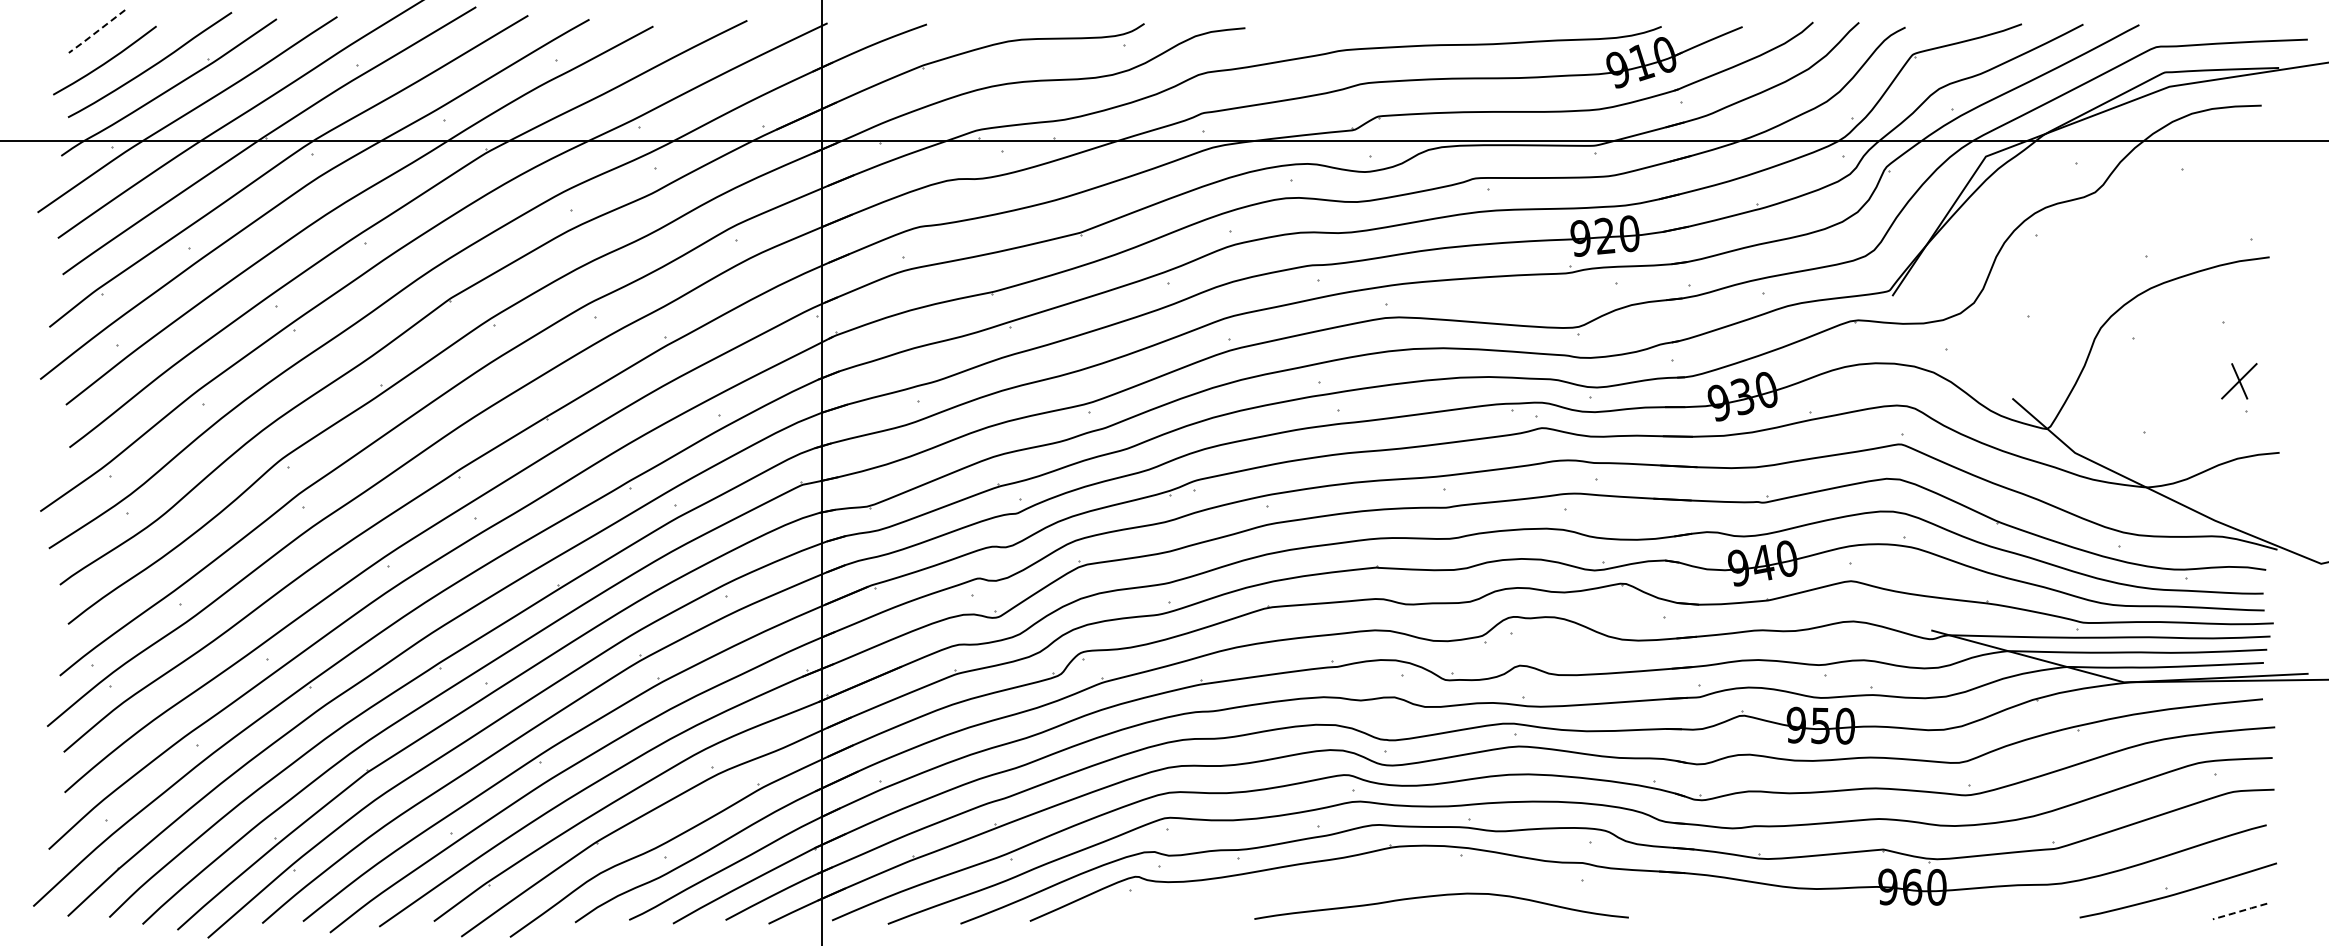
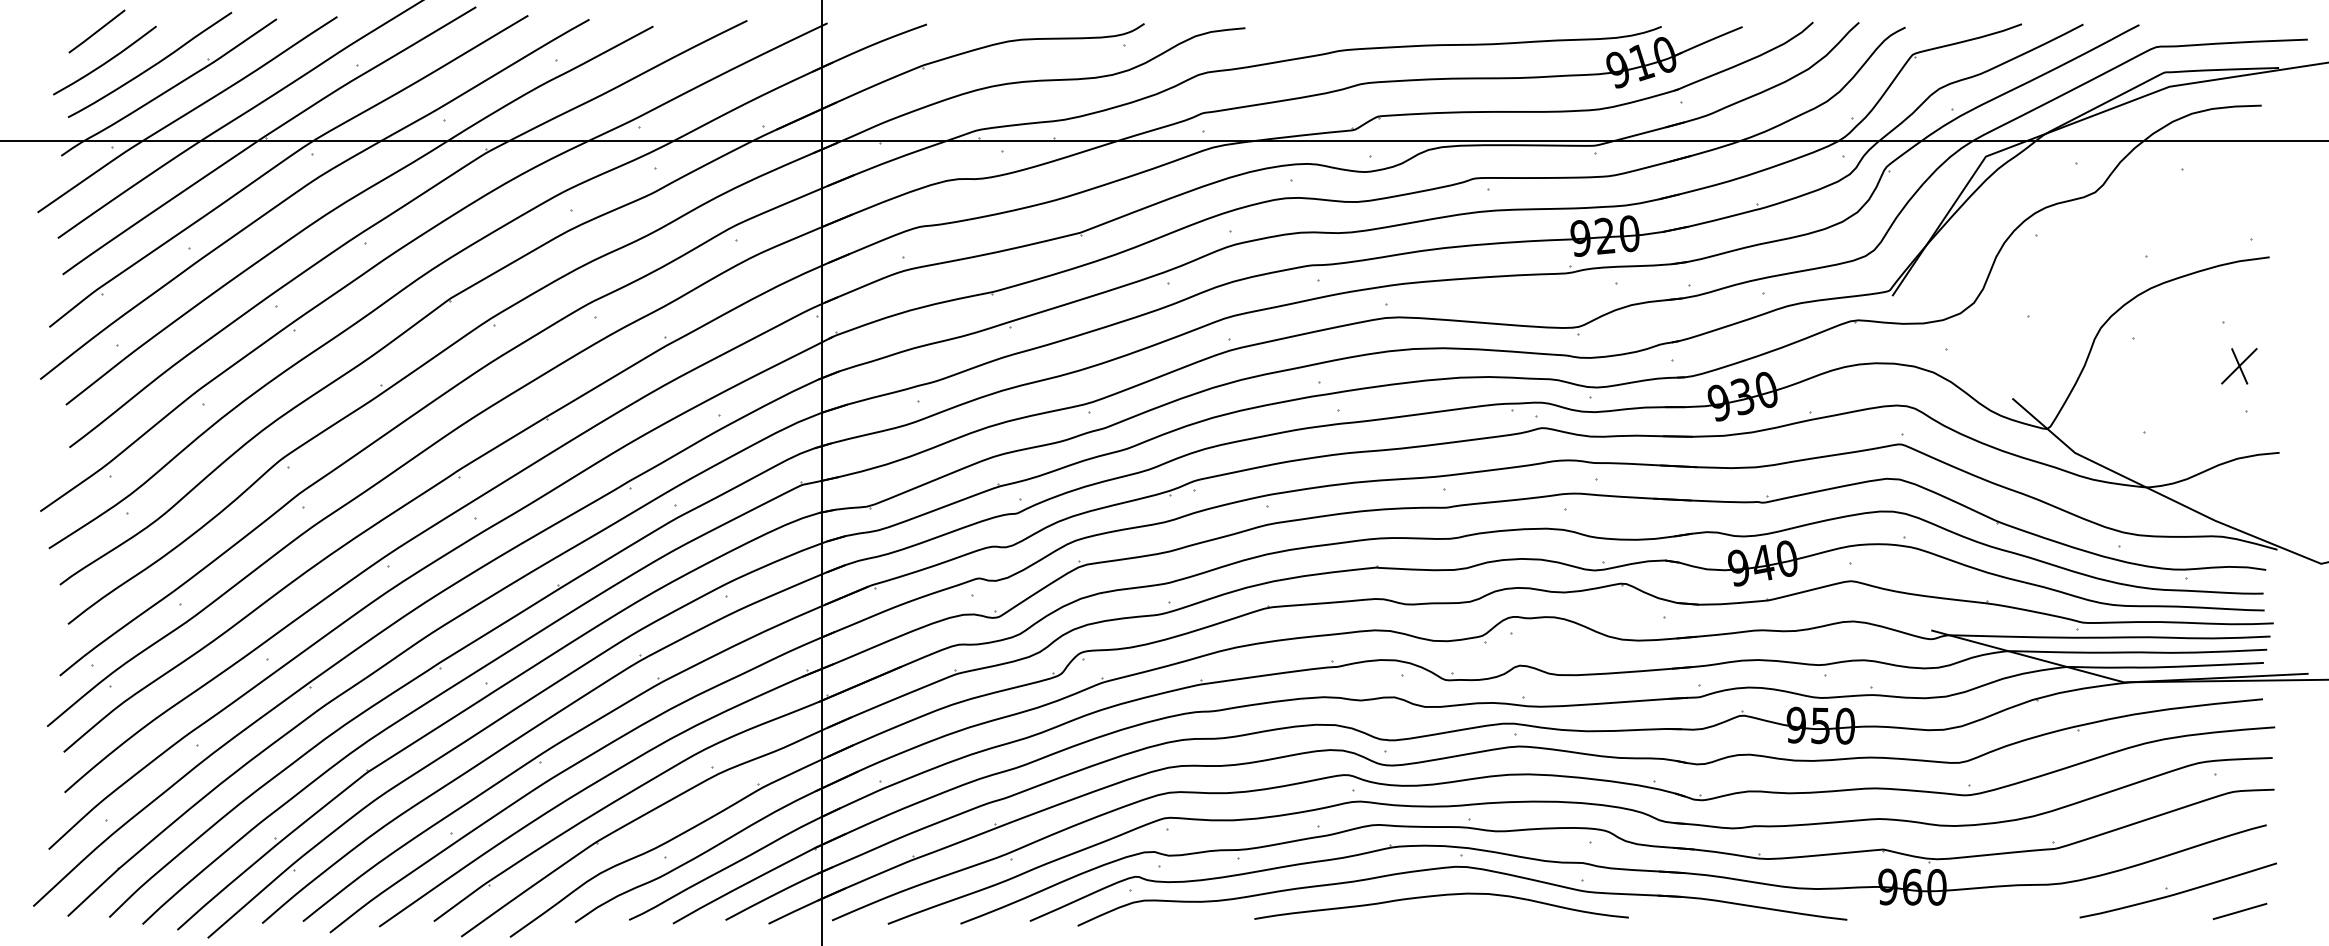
line at (96, 32): dashed -> solid
part at (2239, 381) position: (2239, 381) -> (2239, 366)
part at (1467, 868): none -> present
line at (2239, 911): dashed -> solid
